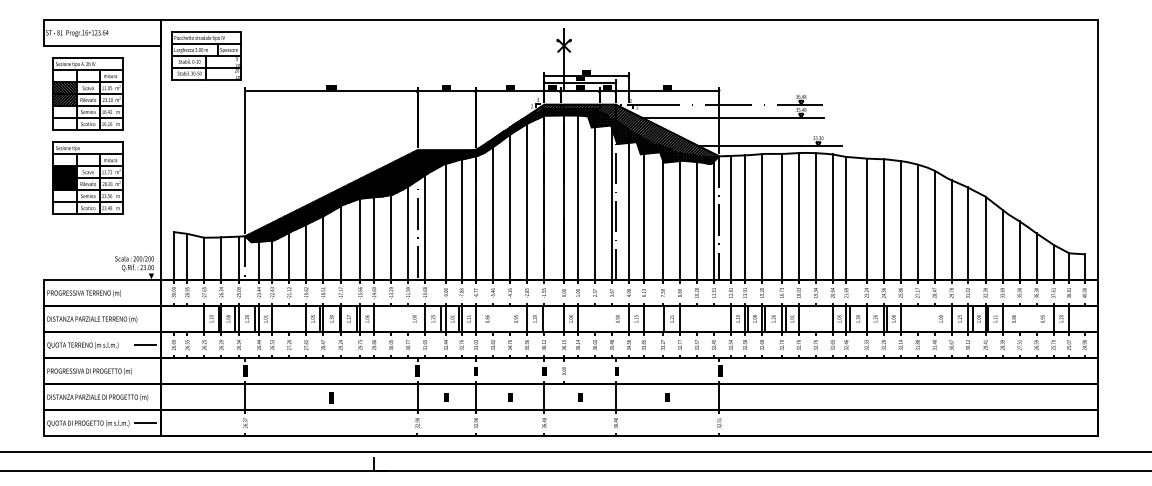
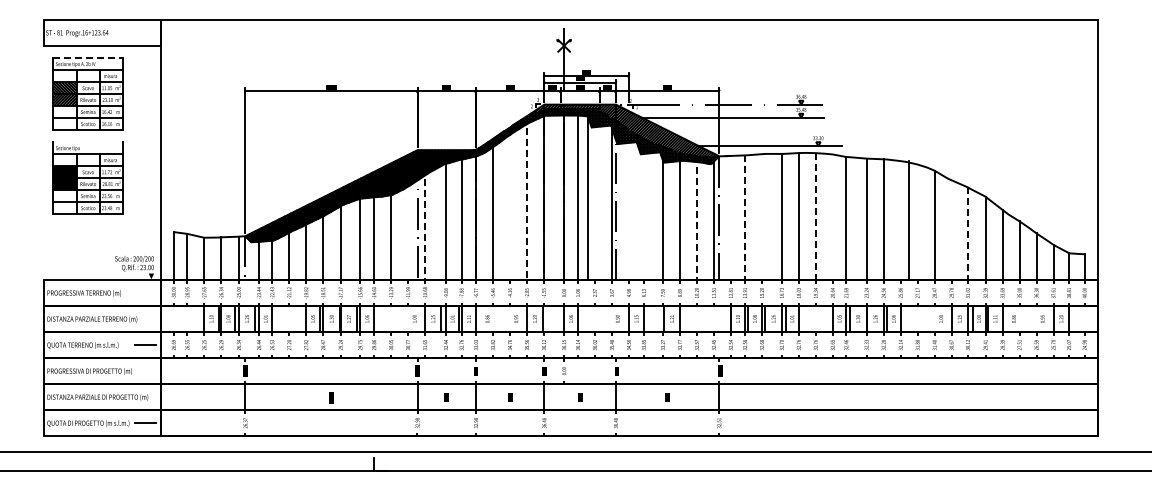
part at (206, 55): present -> none
line at (87, 58): solid -> dashed
line at (87, 142): present -> none
line at (594, 195) position: (594, 195) -> (587, 195)
line at (527, 198): solid -> dashed
line at (510, 203): present -> none
line at (628, 204): present -> none
line at (643, 209): present -> none
line at (730, 217): present -> none
line at (761, 217): present -> none
line at (815, 217): solid -> dashed
line at (832, 217): present -> none
line at (696, 218): solid -> dashed
line at (745, 218): solid -> dashed
line at (900, 220) position: (900, 220) -> (908, 220)
line at (917, 222): present -> none
line at (425, 224): solid -> dashed
line at (408, 229): present -> none
line at (951, 230): present -> none
line at (967, 234): solid -> dashed
